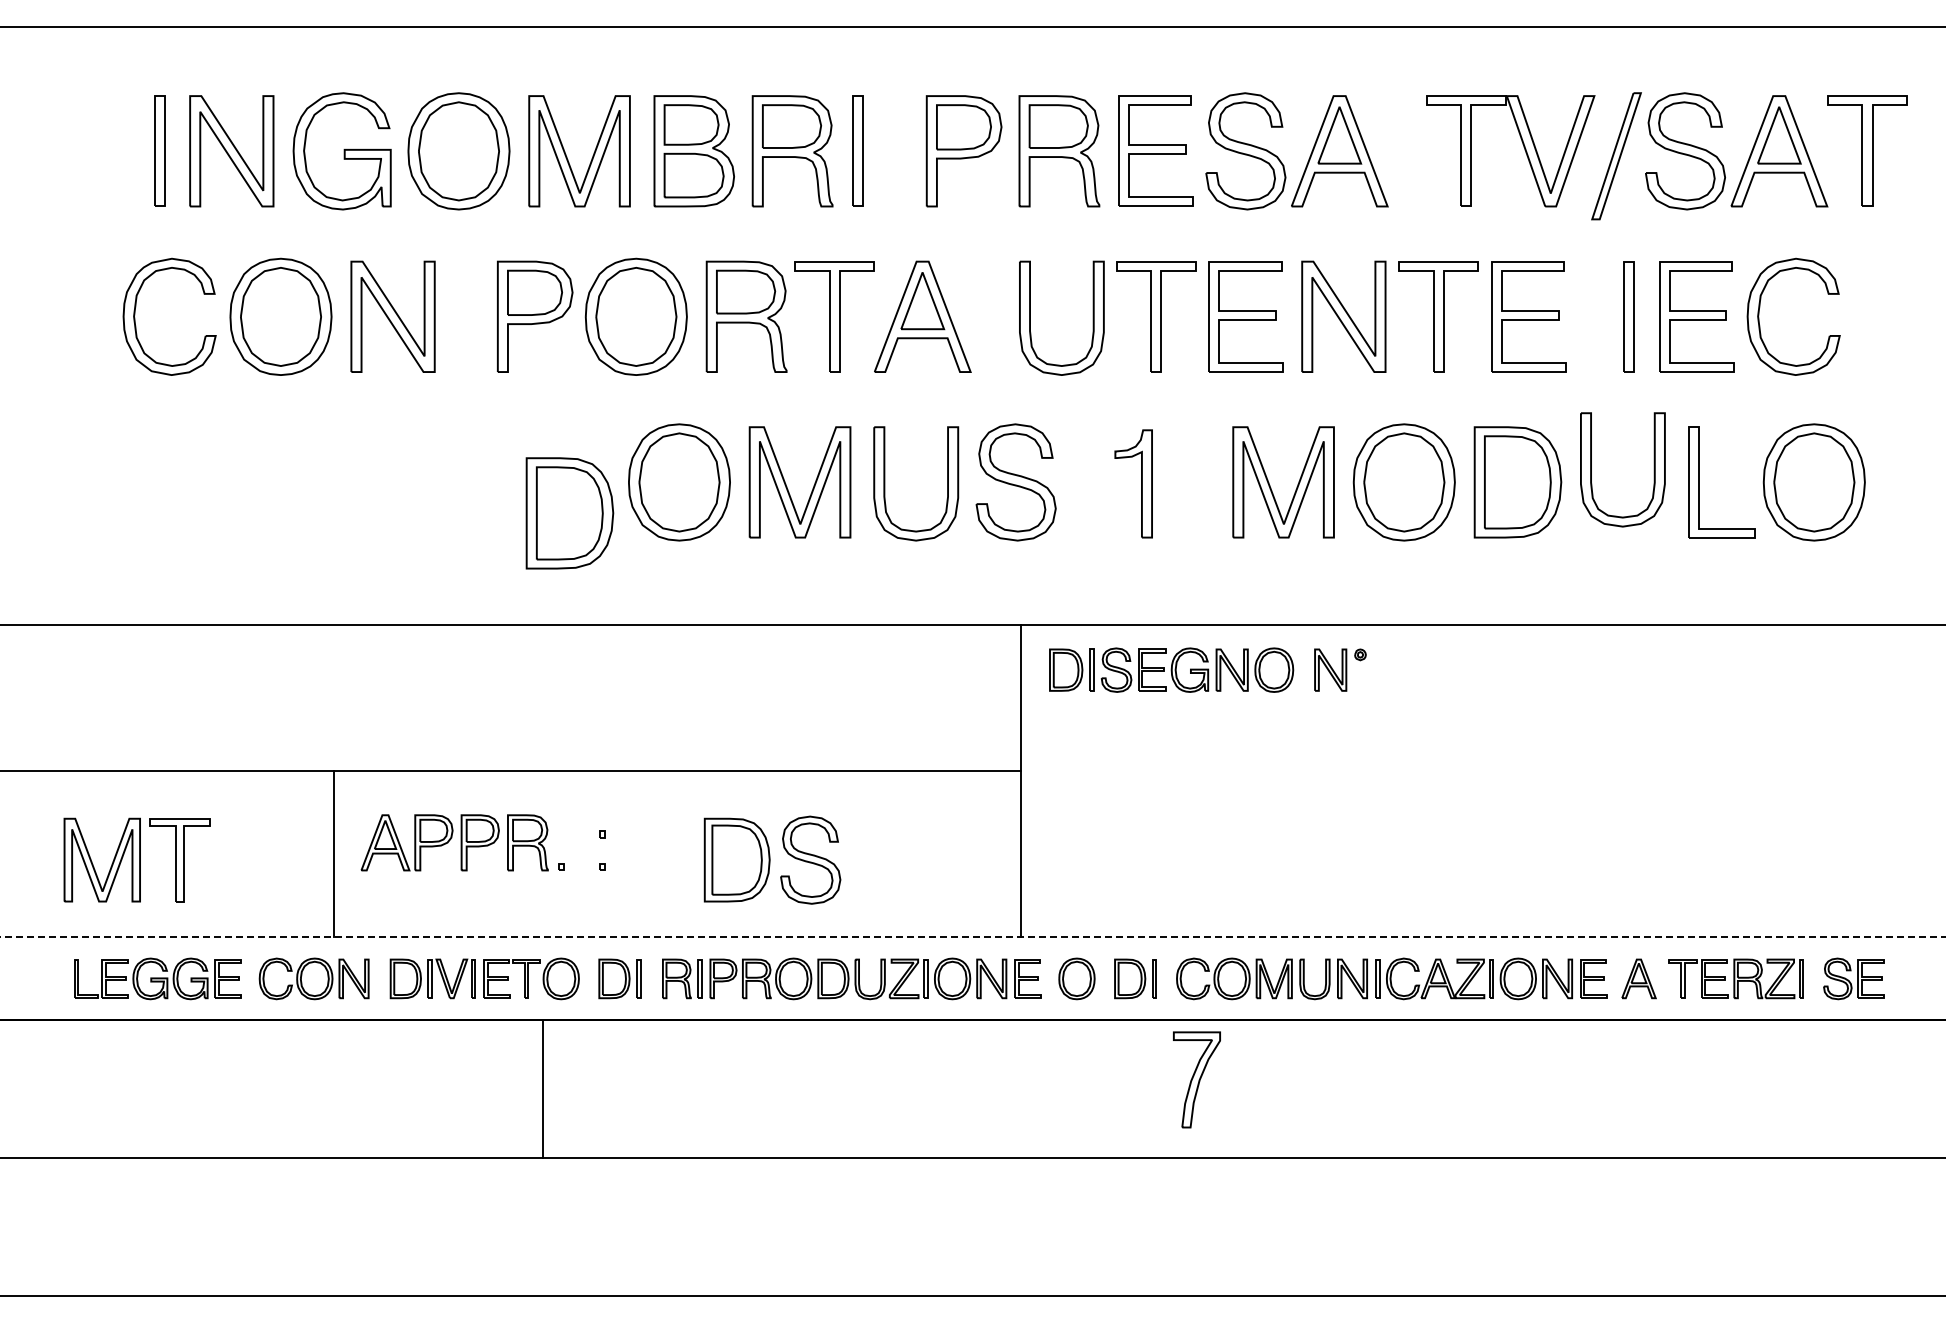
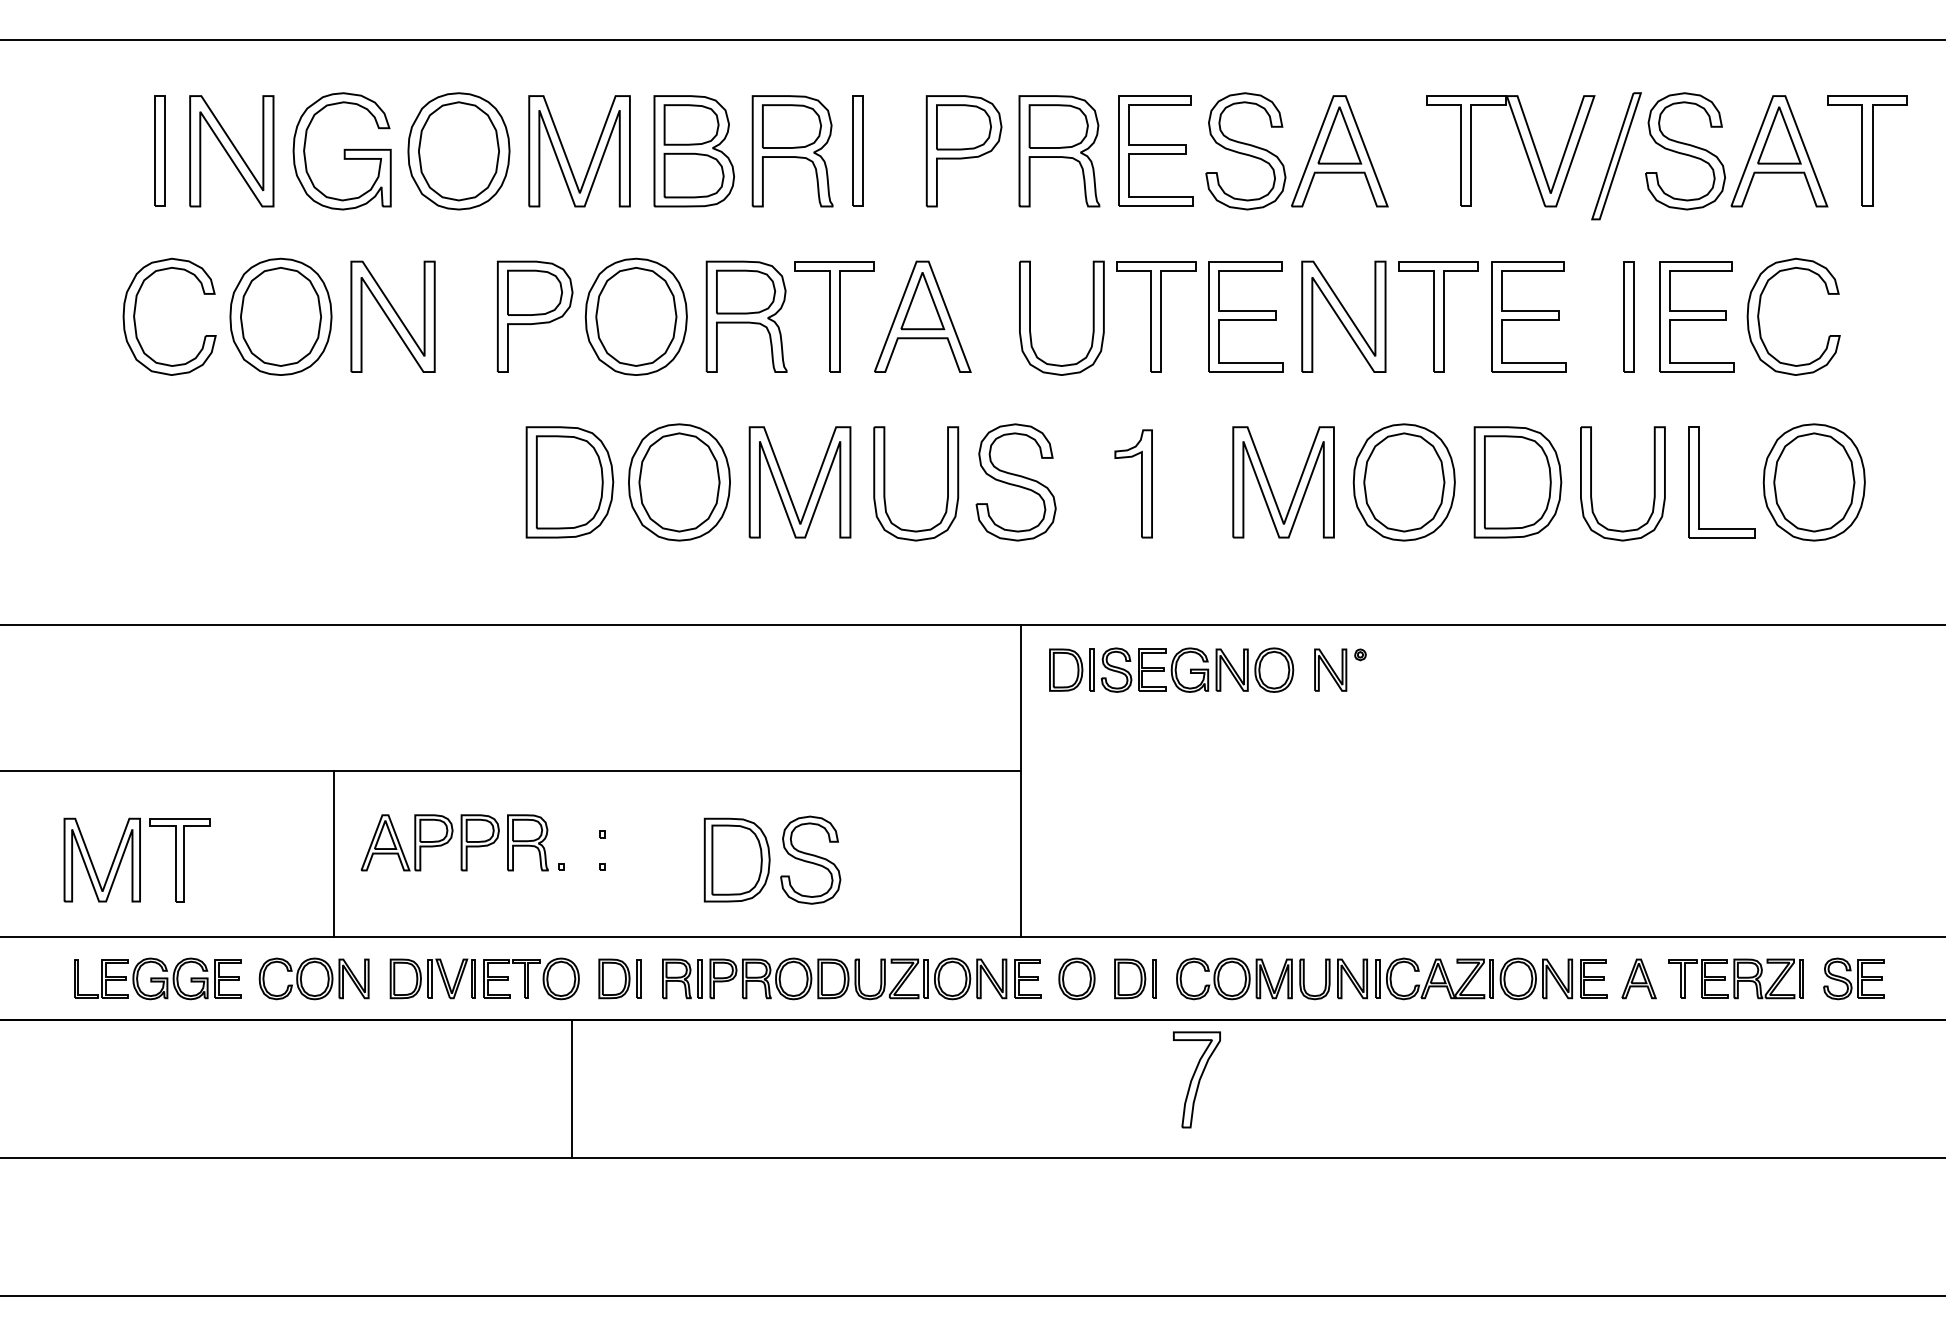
line at (972, 27) position: (972, 27) -> (972, 40)
part at (1591, 469) position: (1591, 469) -> (1591, 483)
part at (569, 513) position: (569, 513) -> (569, 482)
line at (973, 937): dashed -> solid
line at (543, 1088) position: (543, 1088) -> (572, 1088)
